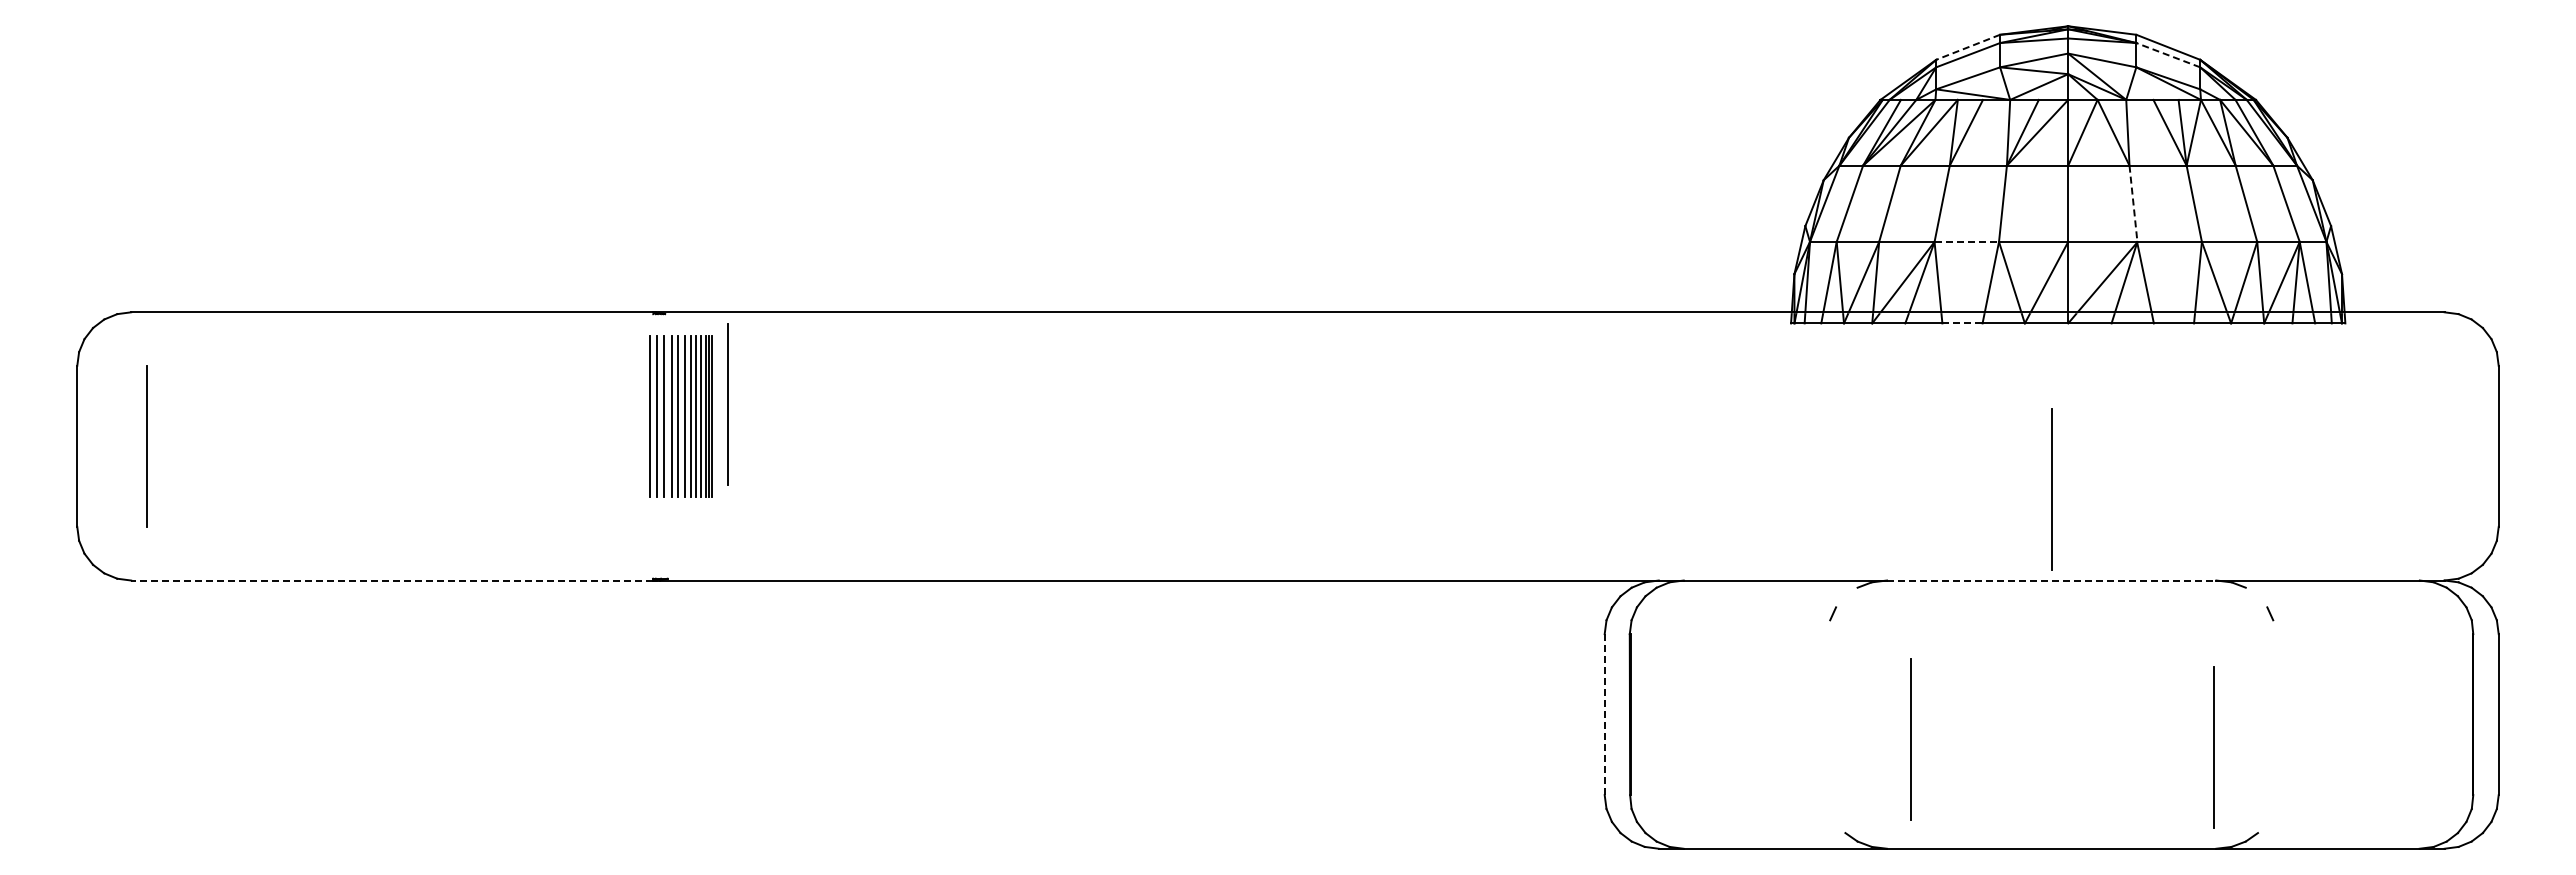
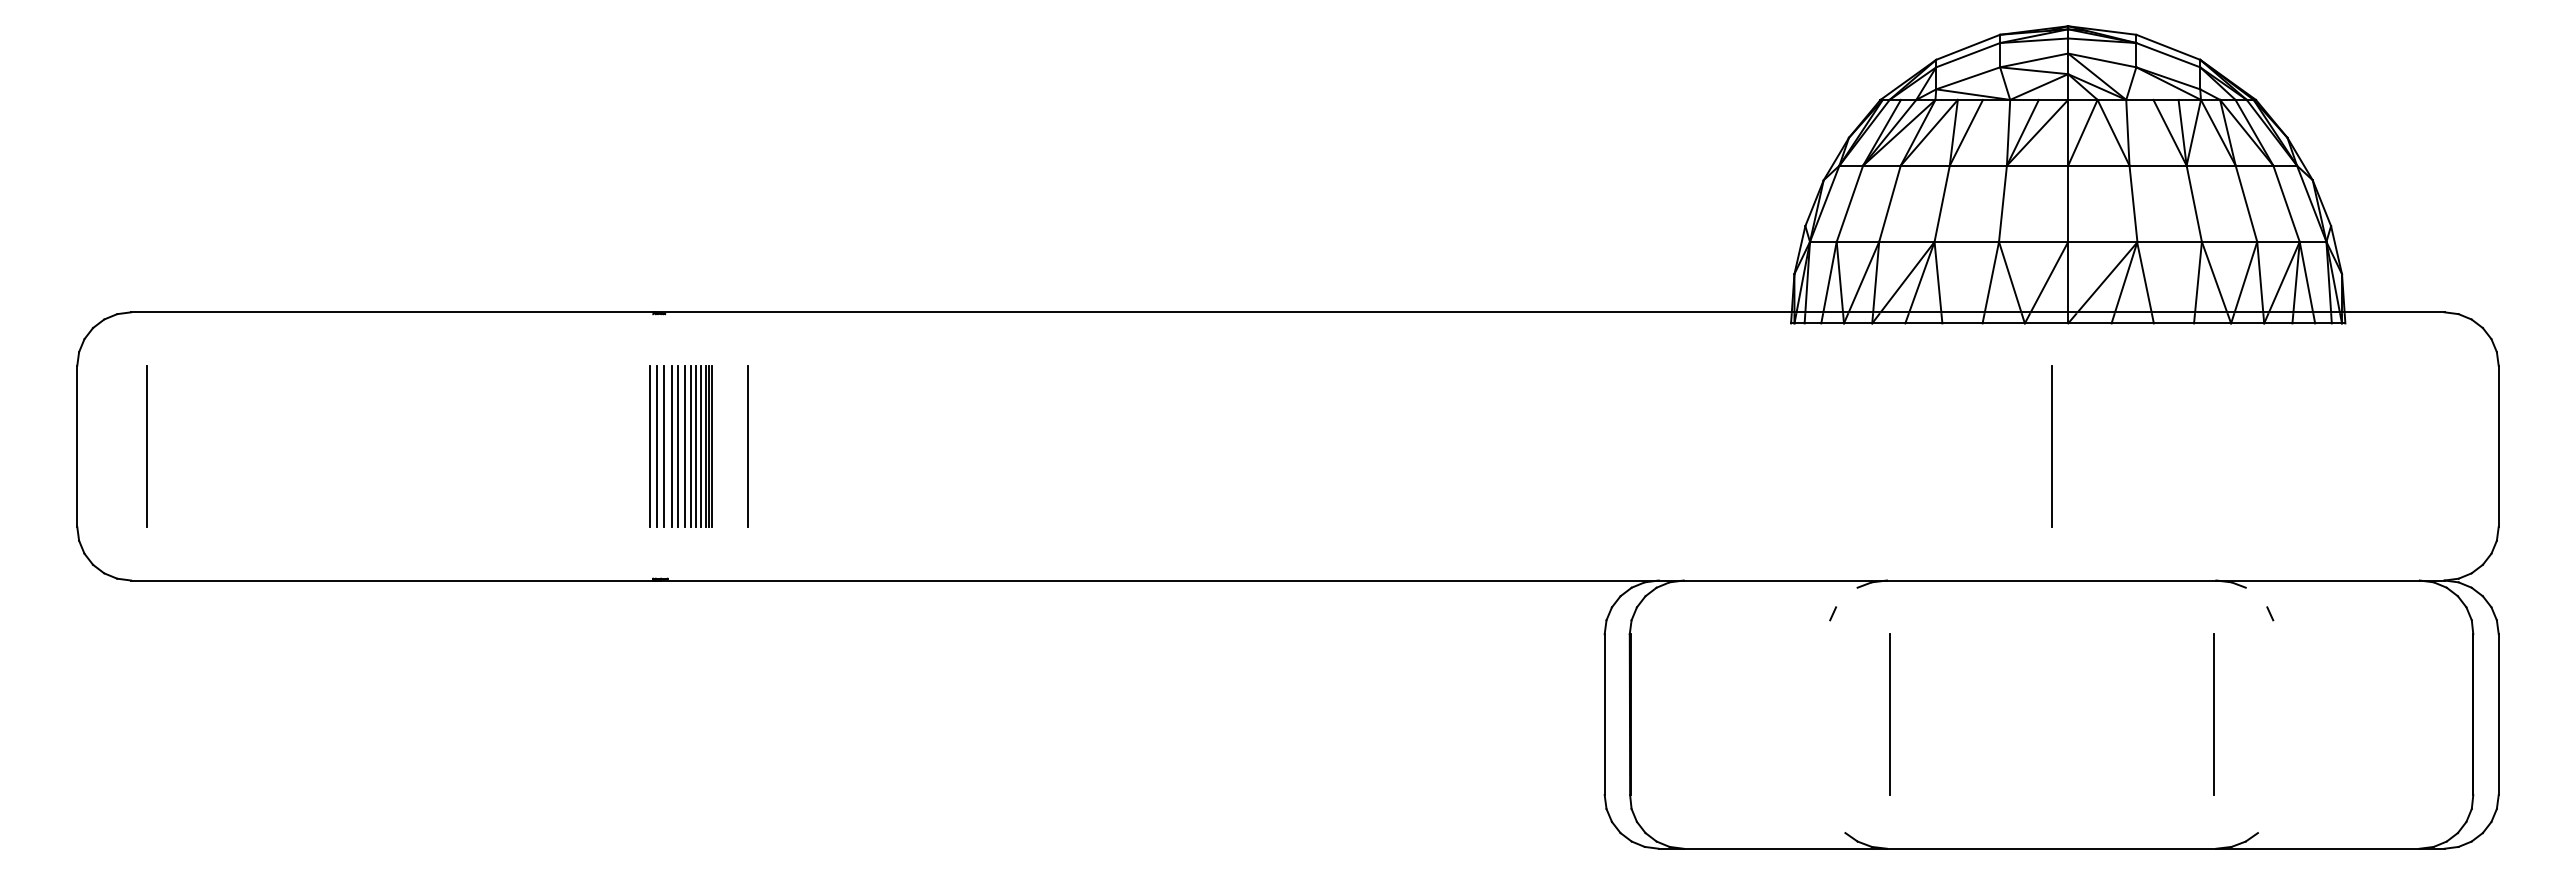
line at (1967, 47): dashed -> solid
line at (2167, 55): dashed -> solid
line at (2133, 204): dashed -> solid
line at (1967, 241): dashed -> solid
line at (1962, 323): dashed -> solid
line at (727, 404) position: (727, 404) -> (747, 446)
part at (680, 416) position: (680, 416) -> (680, 446)
line at (2051, 489) position: (2051, 489) -> (2051, 446)
line at (391, 580): dashed -> solid
line at (2051, 580): dashed -> solid
line at (1604, 714): dashed -> solid
line at (1910, 739) position: (1910, 739) -> (1889, 714)
line at (2213, 747) position: (2213, 747) -> (2213, 714)
